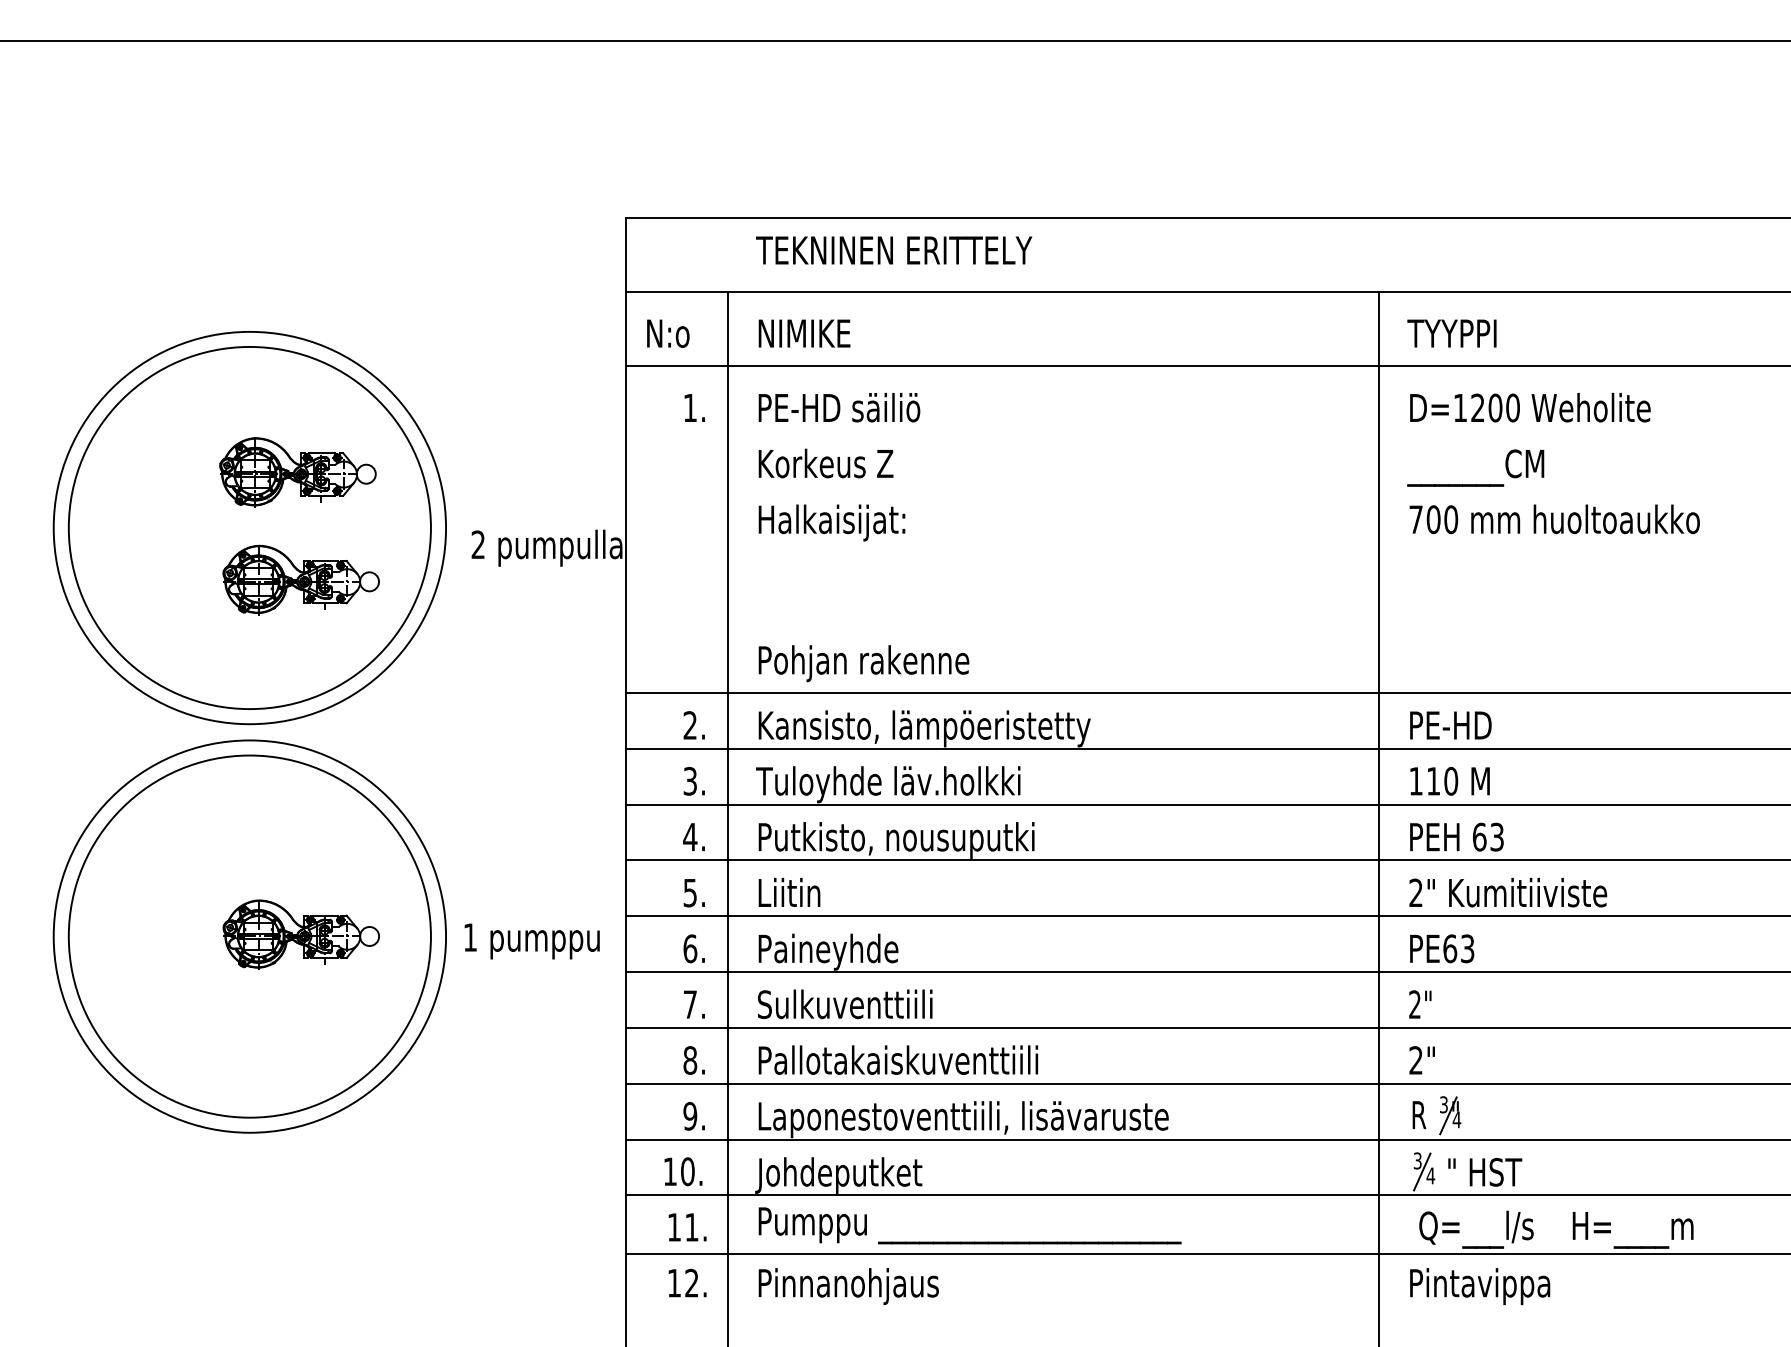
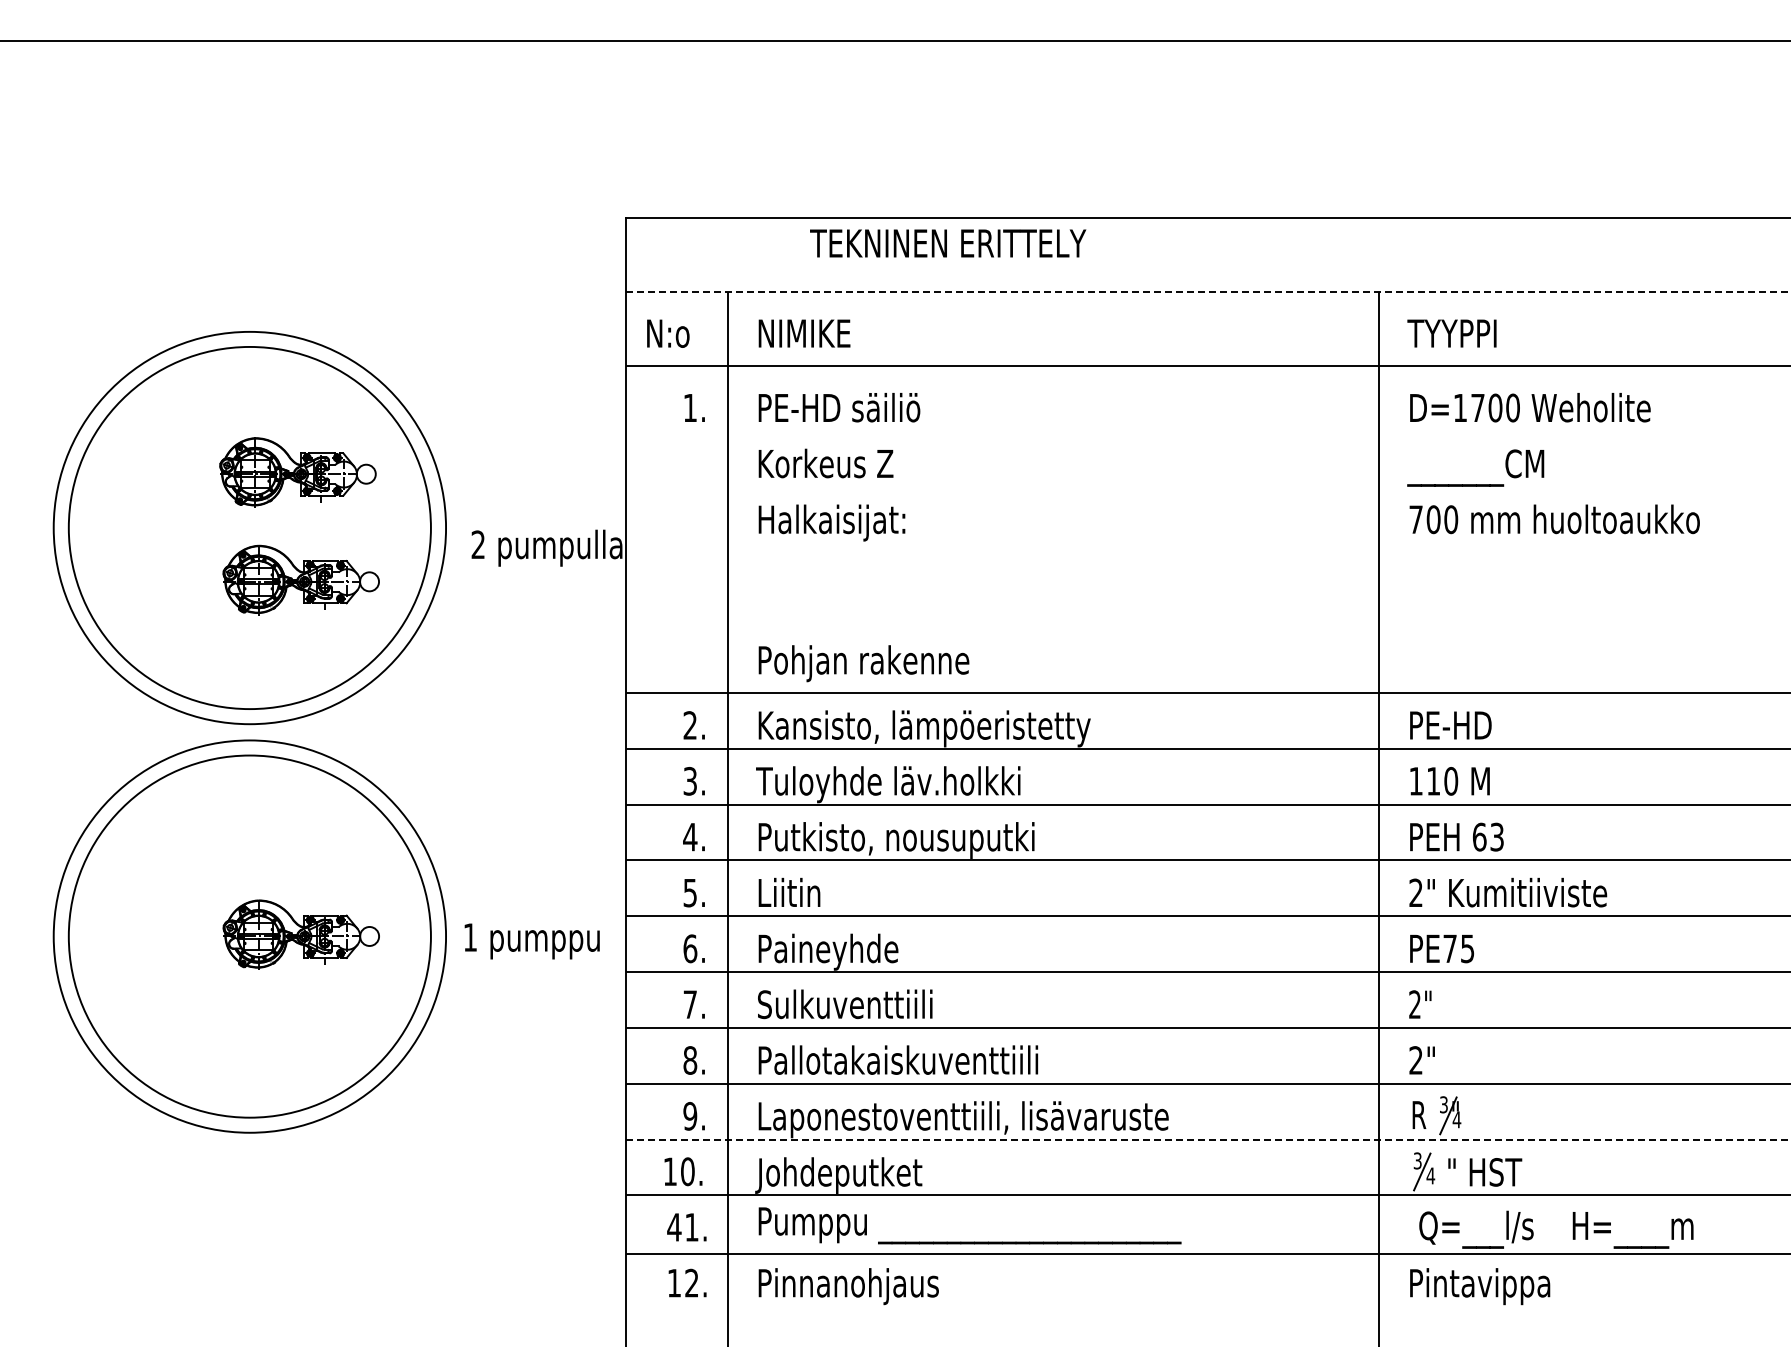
text at (894, 250) position: (894, 250) -> (948, 243)
line at (1208, 292): solid -> dashed
text at (1477, 407): D=1200 -> D=1700
text at (1458, 948): PE63 -> PE75
line at (1208, 1139): solid -> dashed
text at (674, 1227): 11. -> 41.
